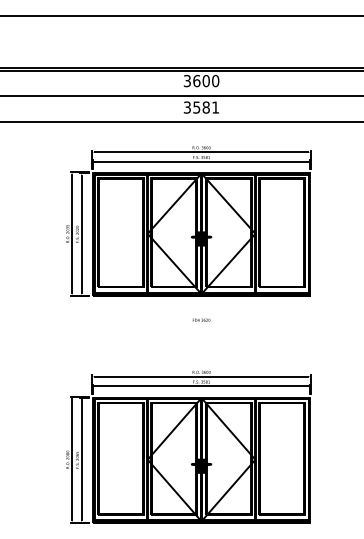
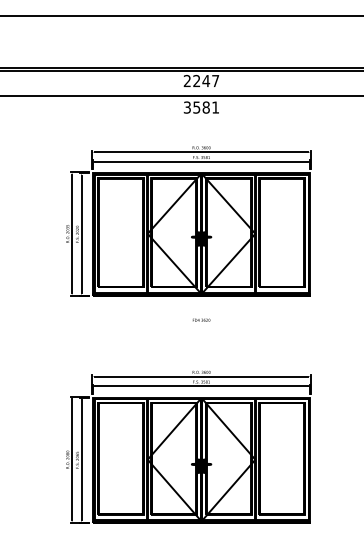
text at (201, 80): 3600 -> 2247
line at (181, 121): present -> none
